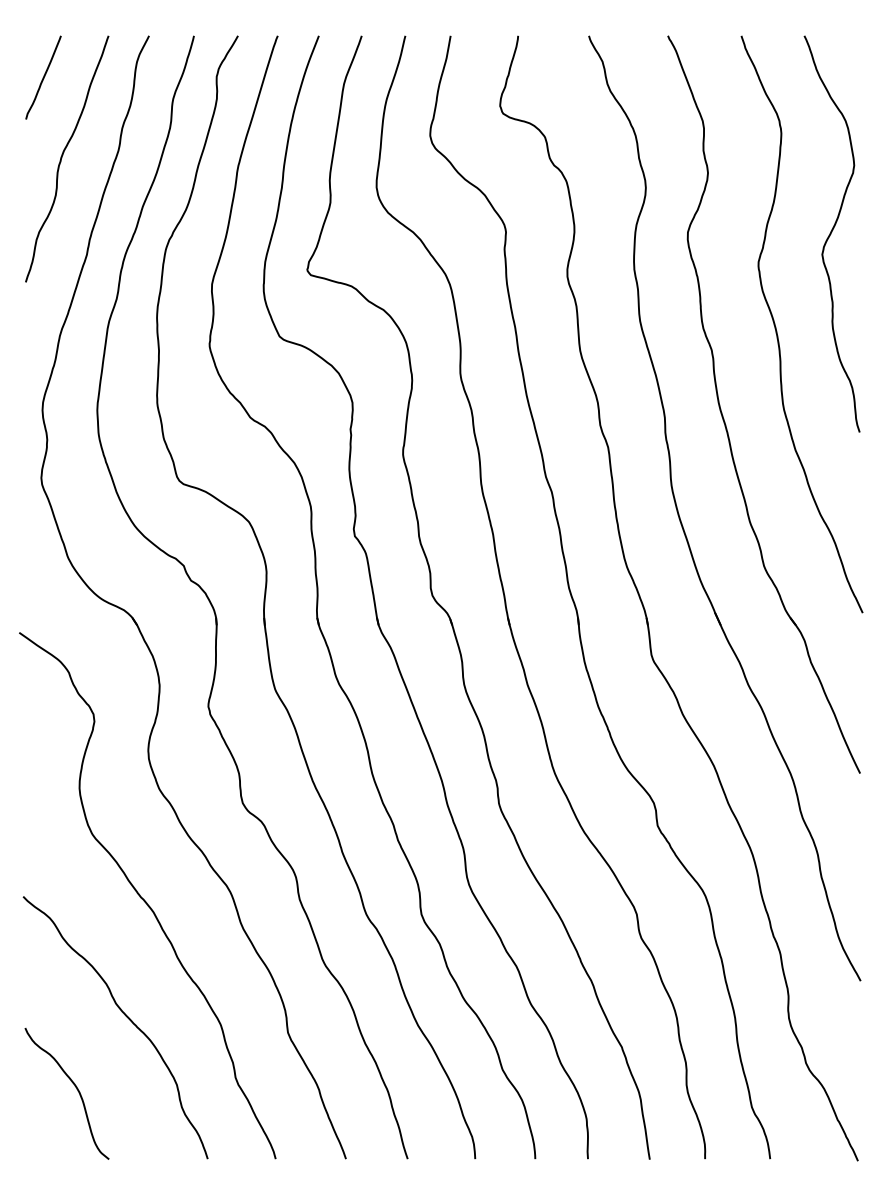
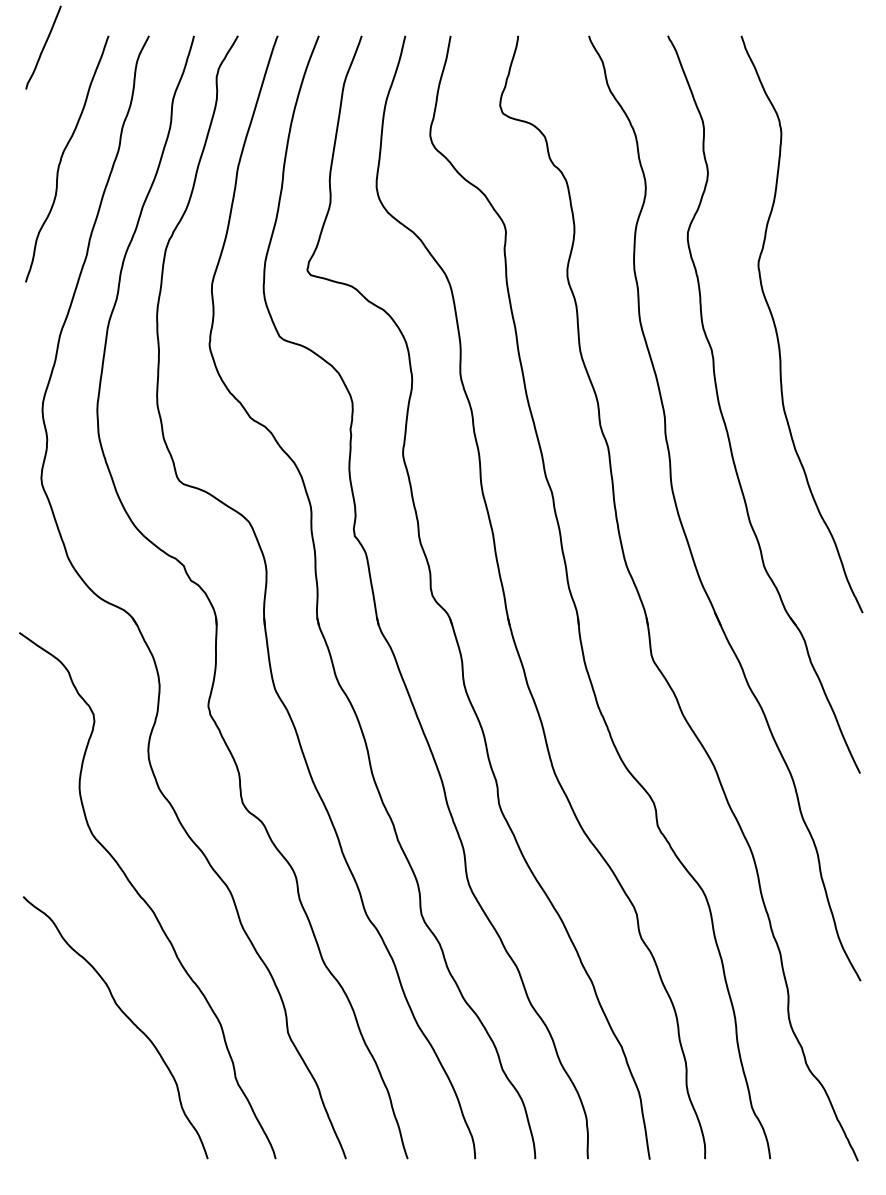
curve at (43, 77) position: (43, 77) -> (43, 47)
curve at (831, 233): present -> none
curve at (74, 1086): present -> none
